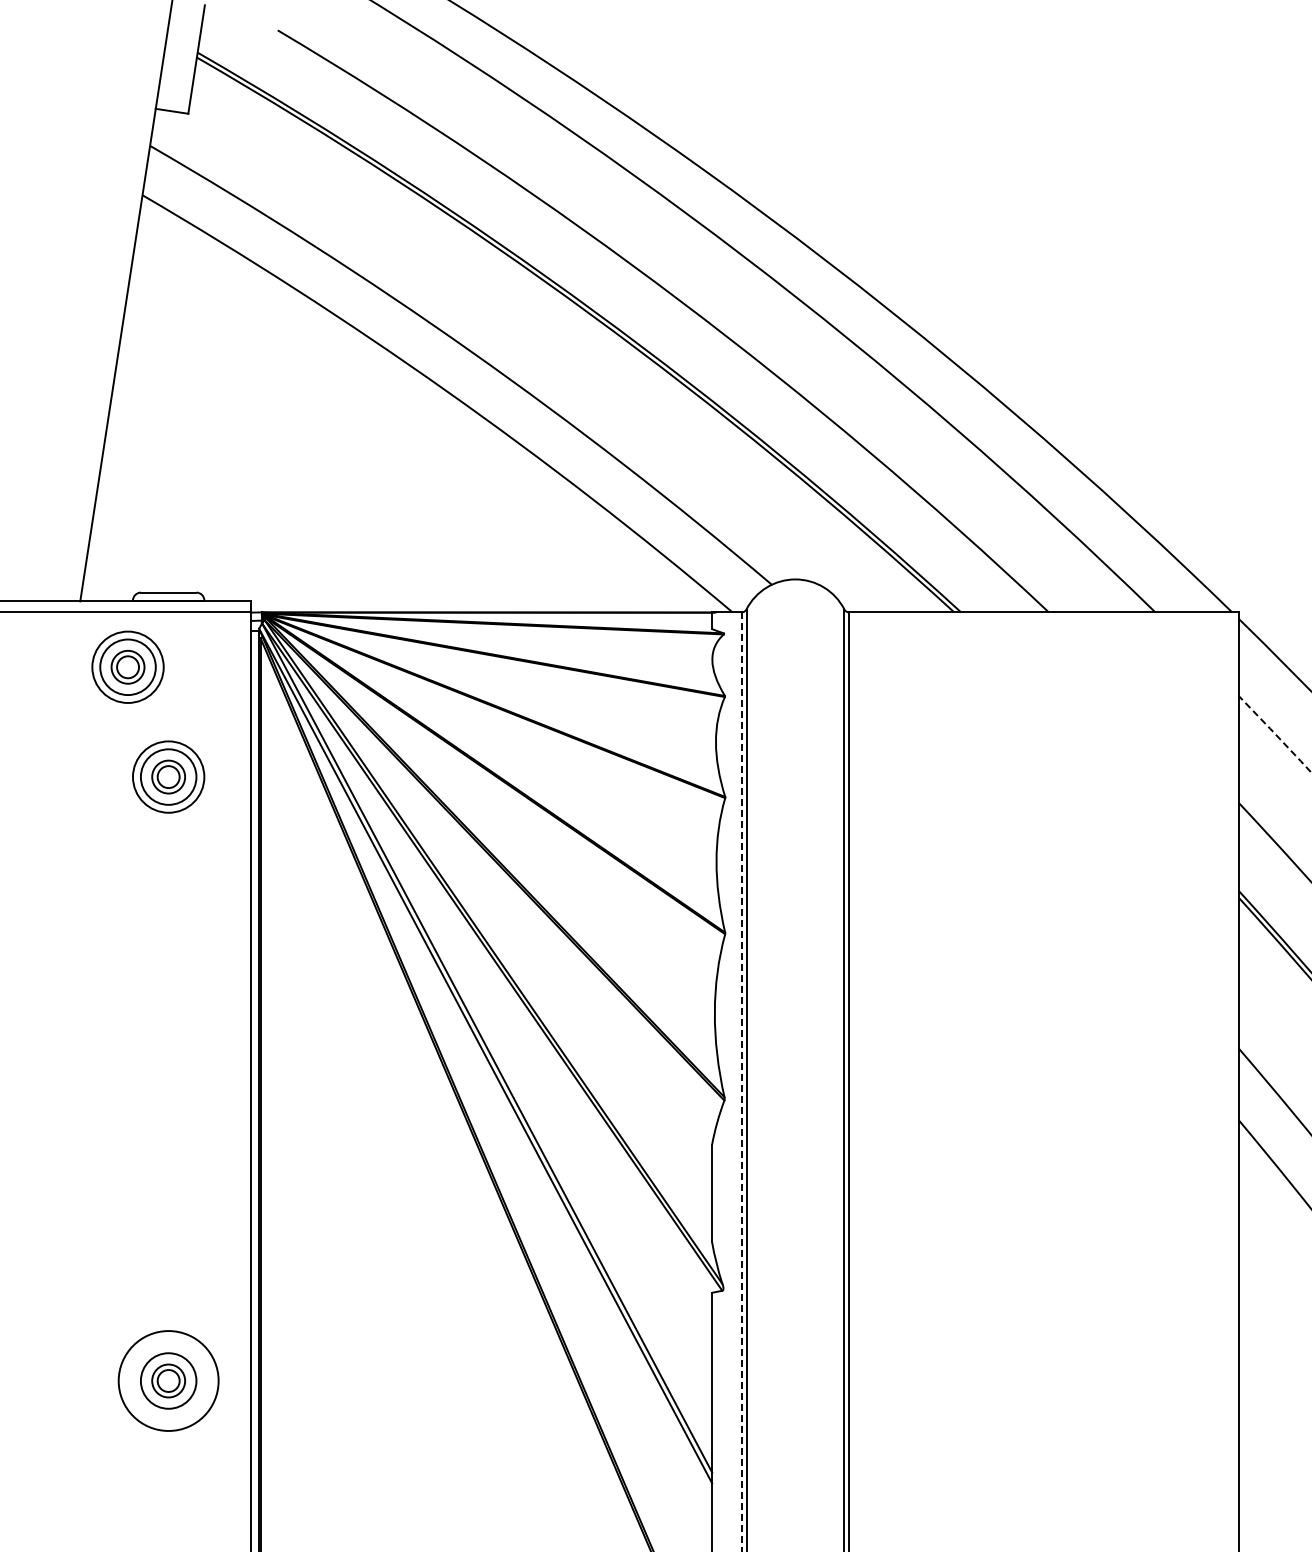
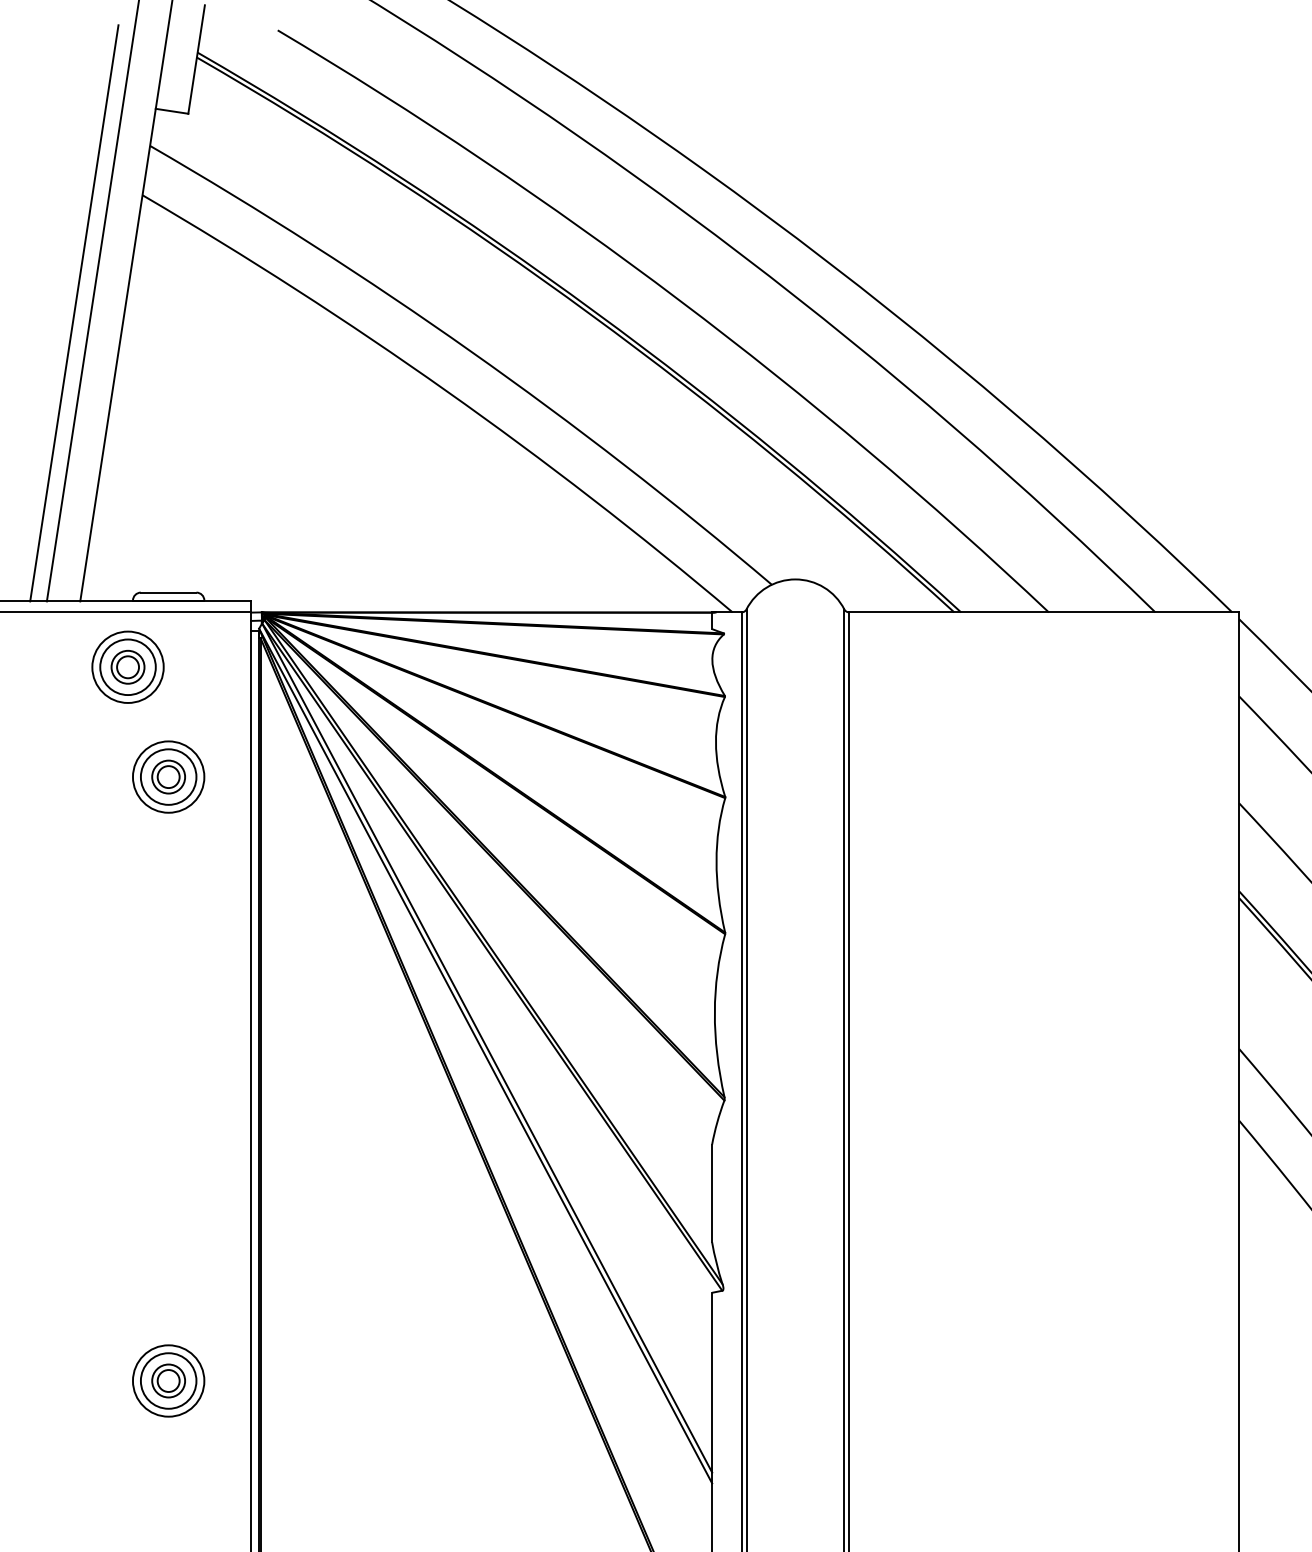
line at (92, 301): none -> present
line at (74, 313): none -> present
arc at (1275, 734): dashed -> solid
line at (741, 1082): dashed -> solid
circle at (168, 1380) diameter: 100 px -> 71 px
